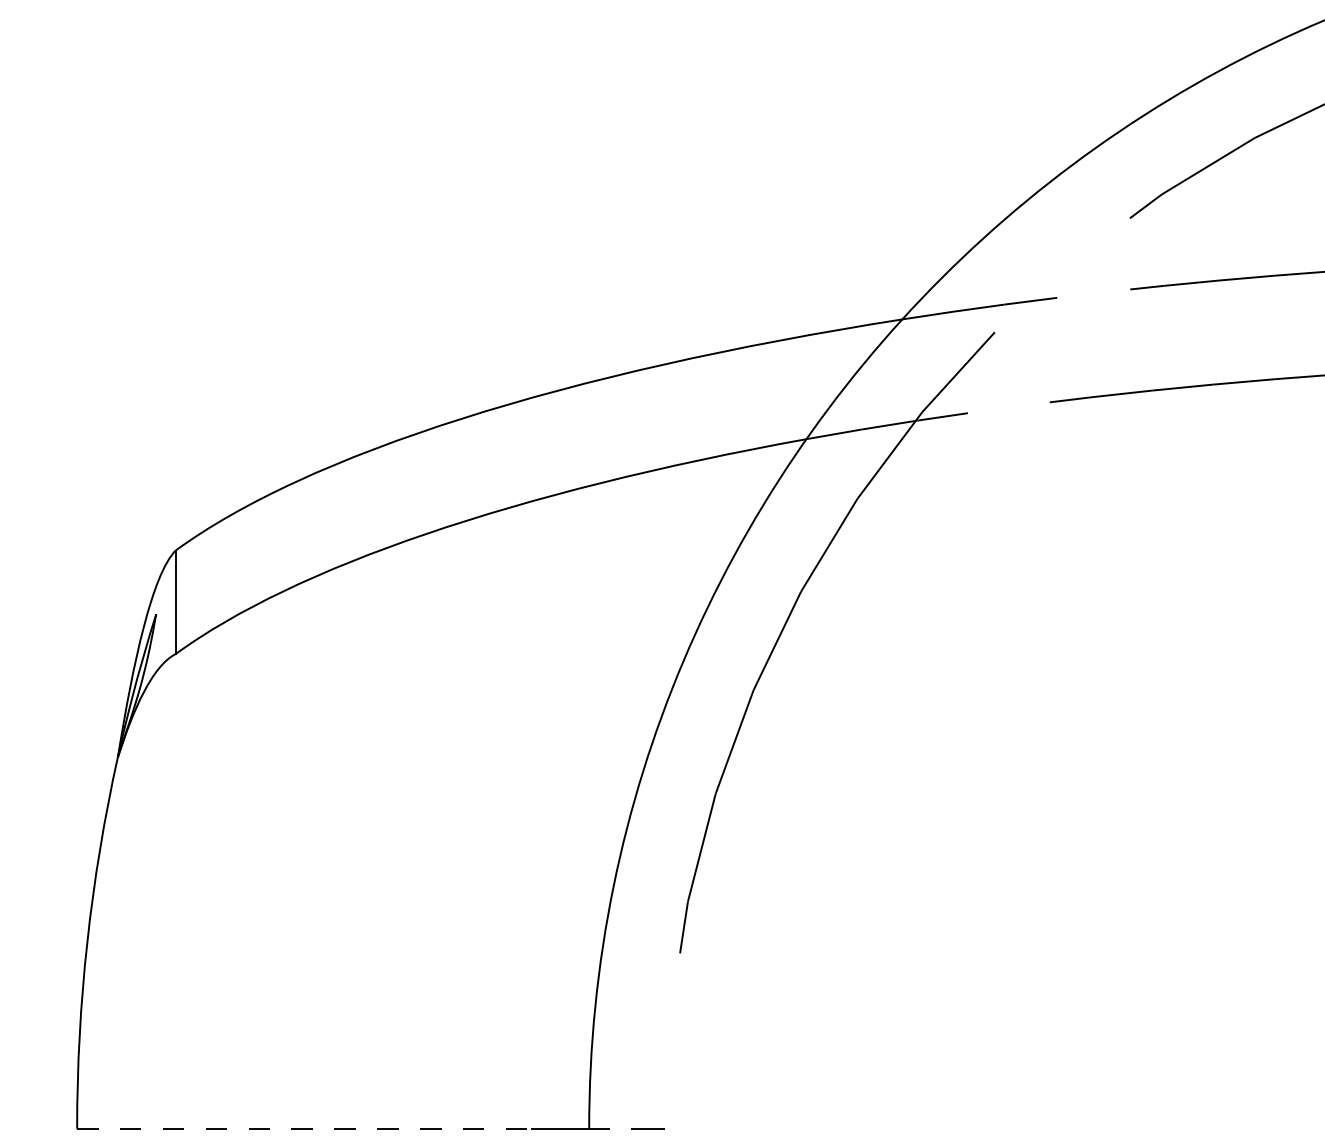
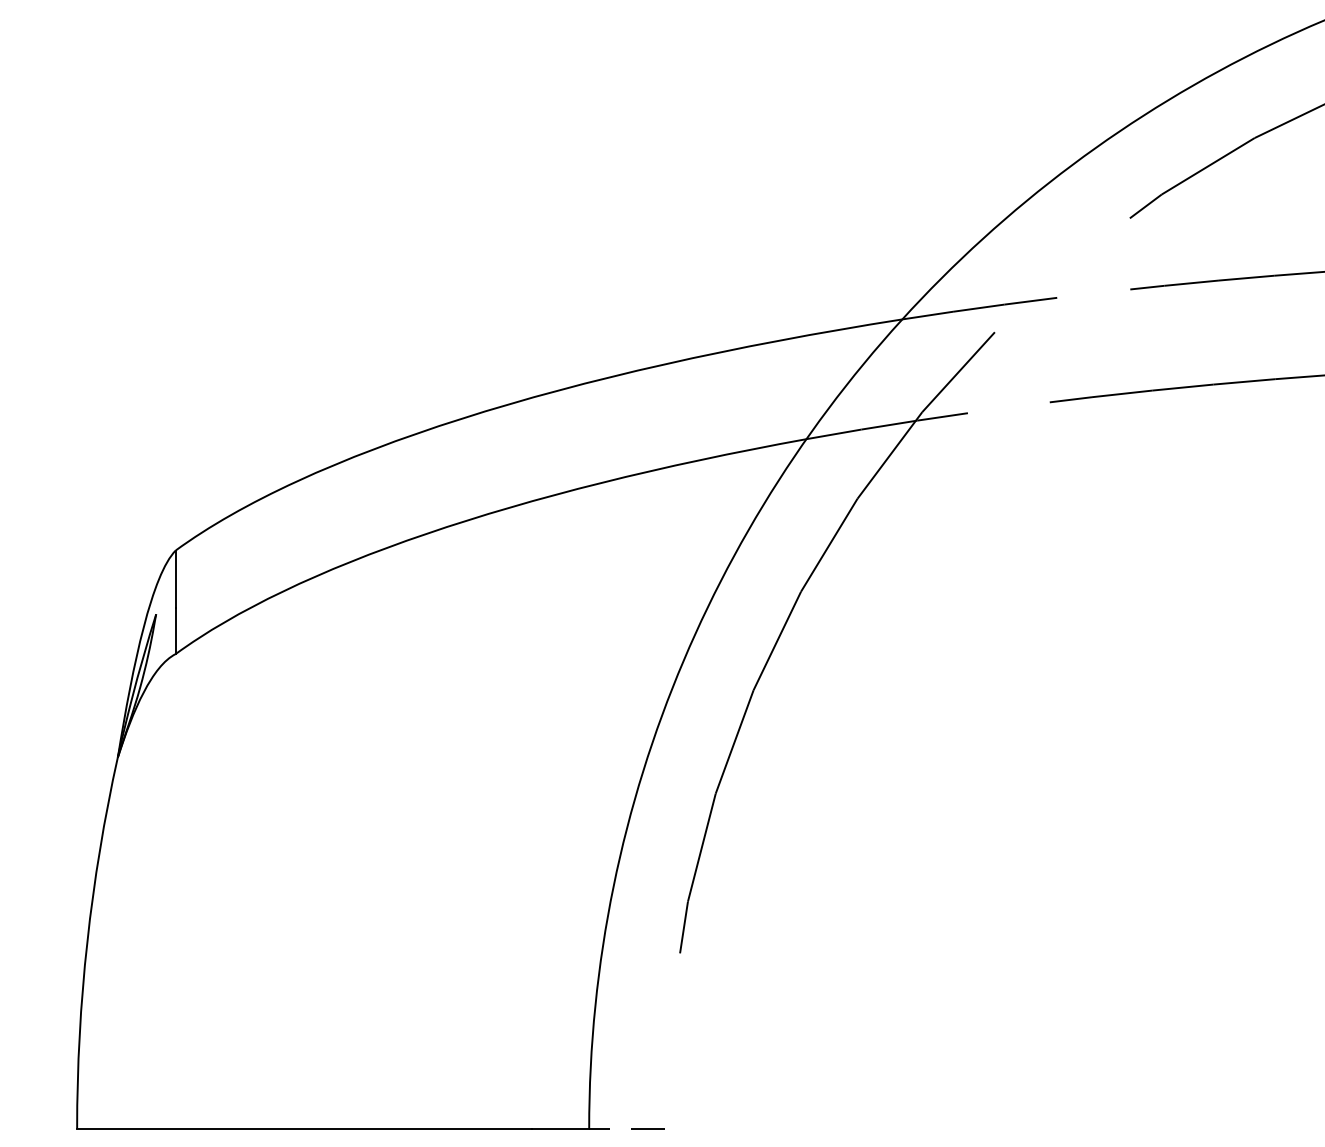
line at (304, 1128): dashed -> solid
